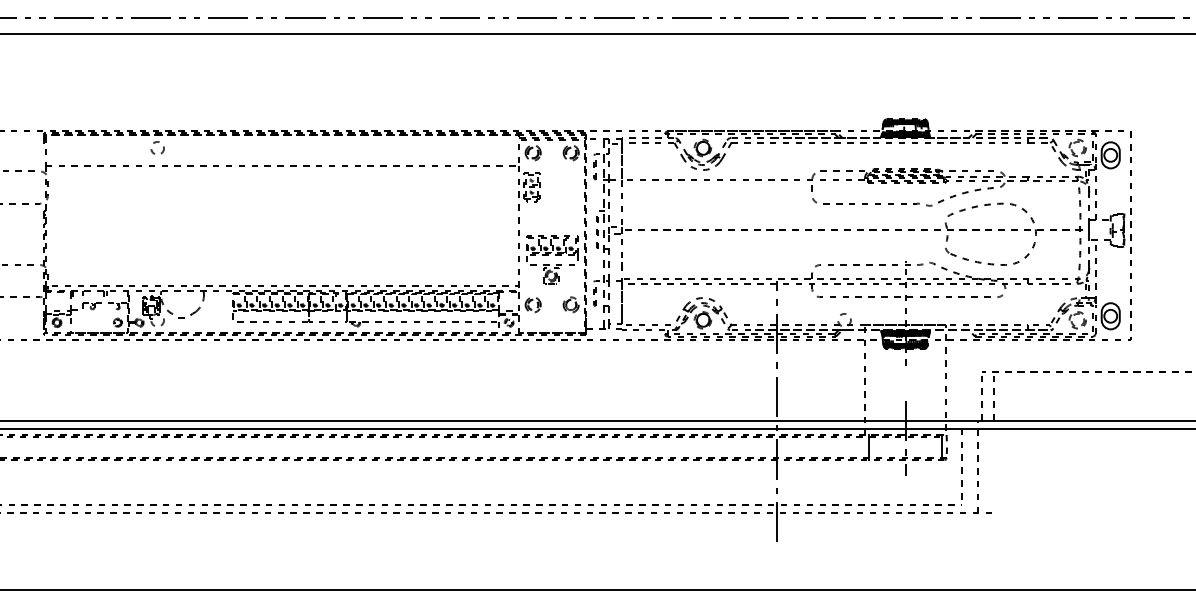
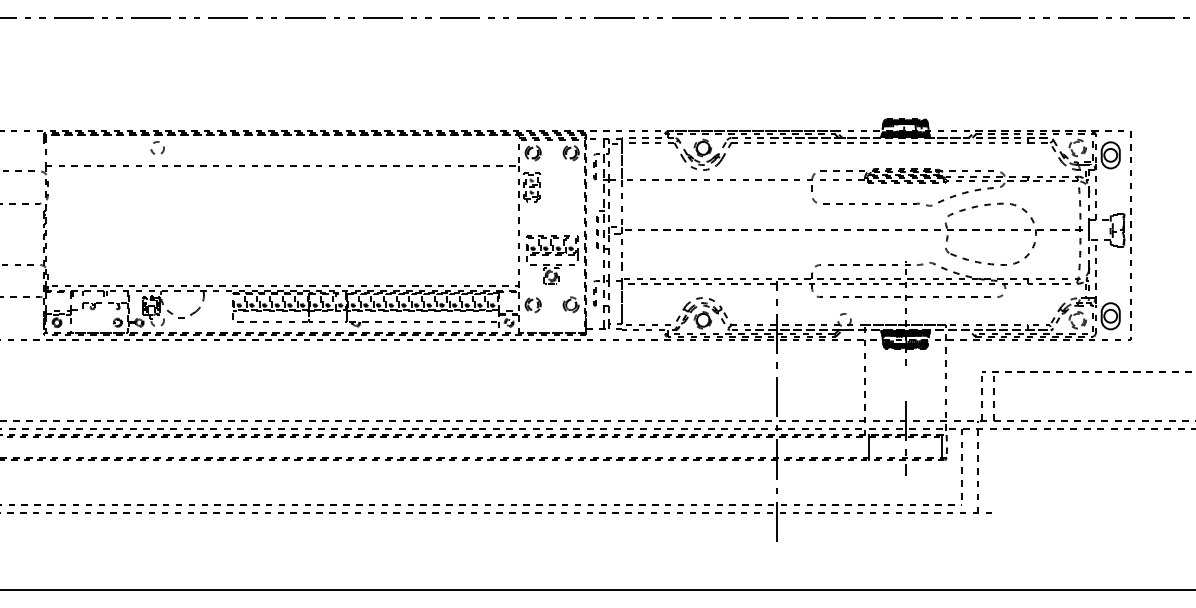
line at (597, 34): present -> none
line at (597, 420): solid -> dashed
line at (597, 428): solid -> dashed
